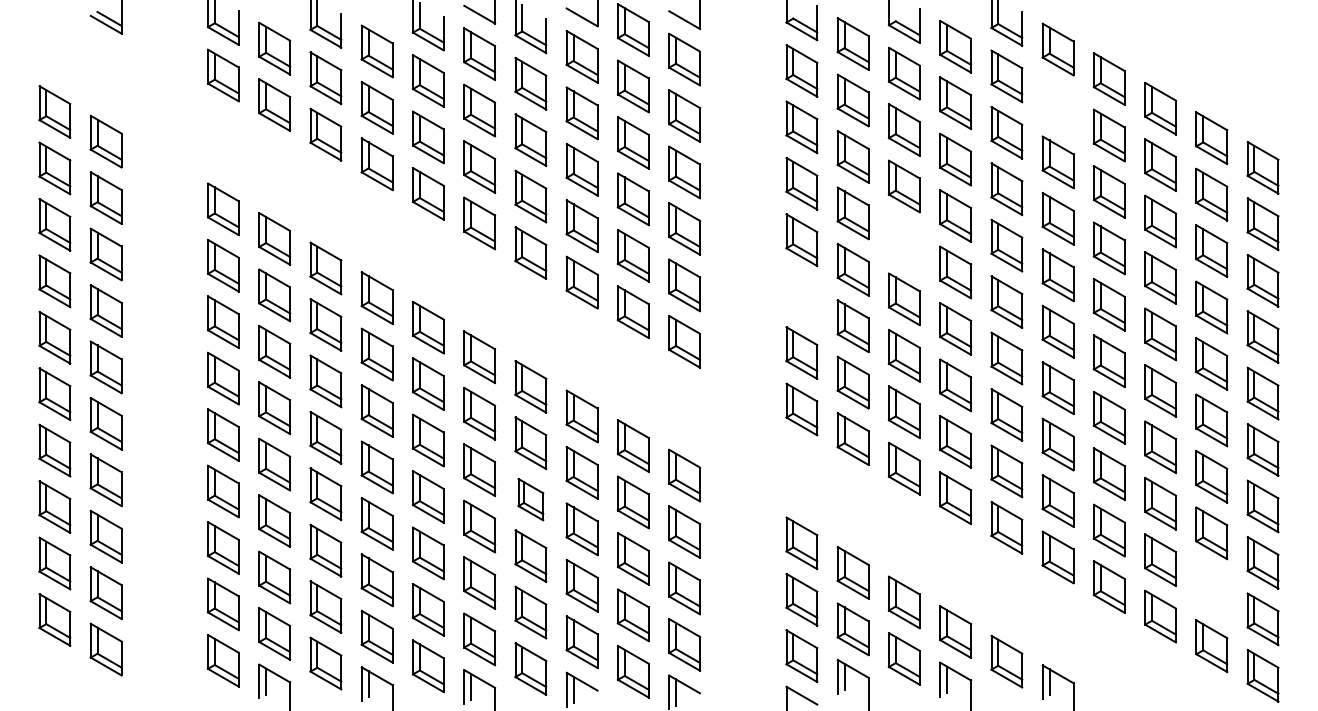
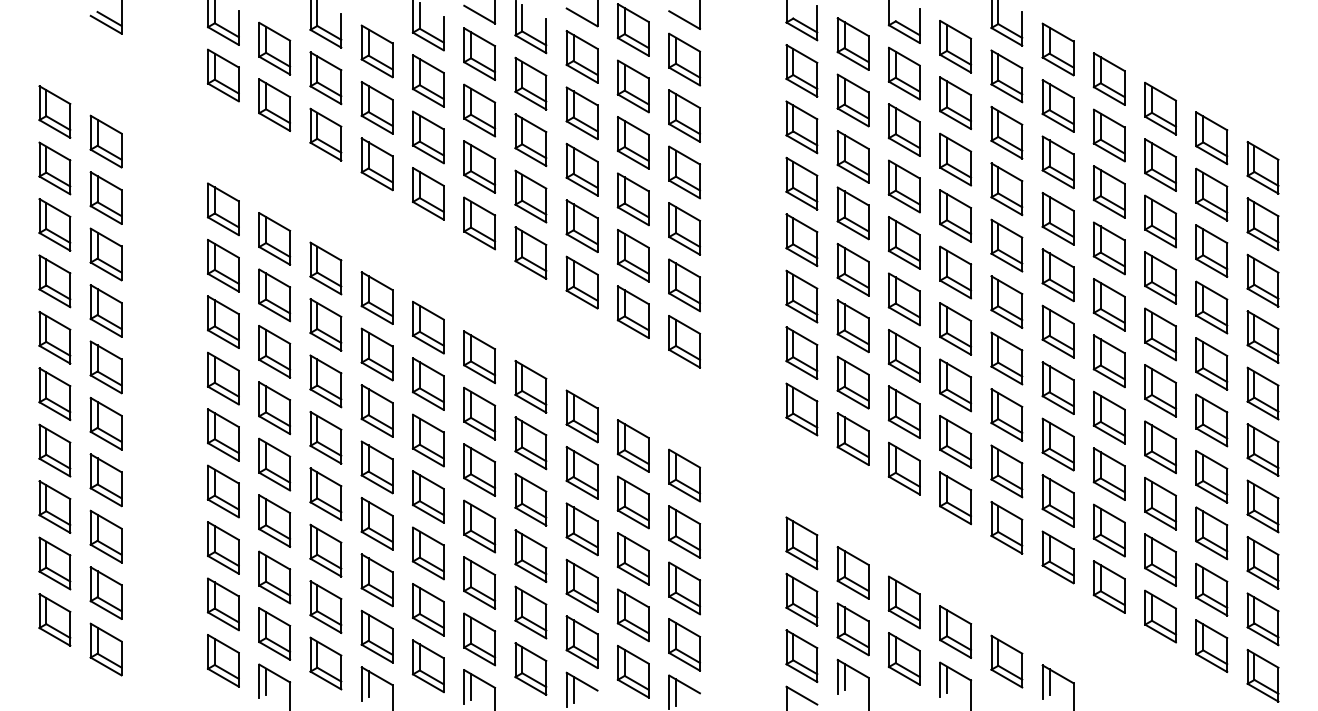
part at (1057, 105): none -> present
part at (904, 242): none -> present
part at (801, 296): none -> present
part at (530, 499) size: 28x44 px -> 34x55 px
part at (1211, 589): none -> present
